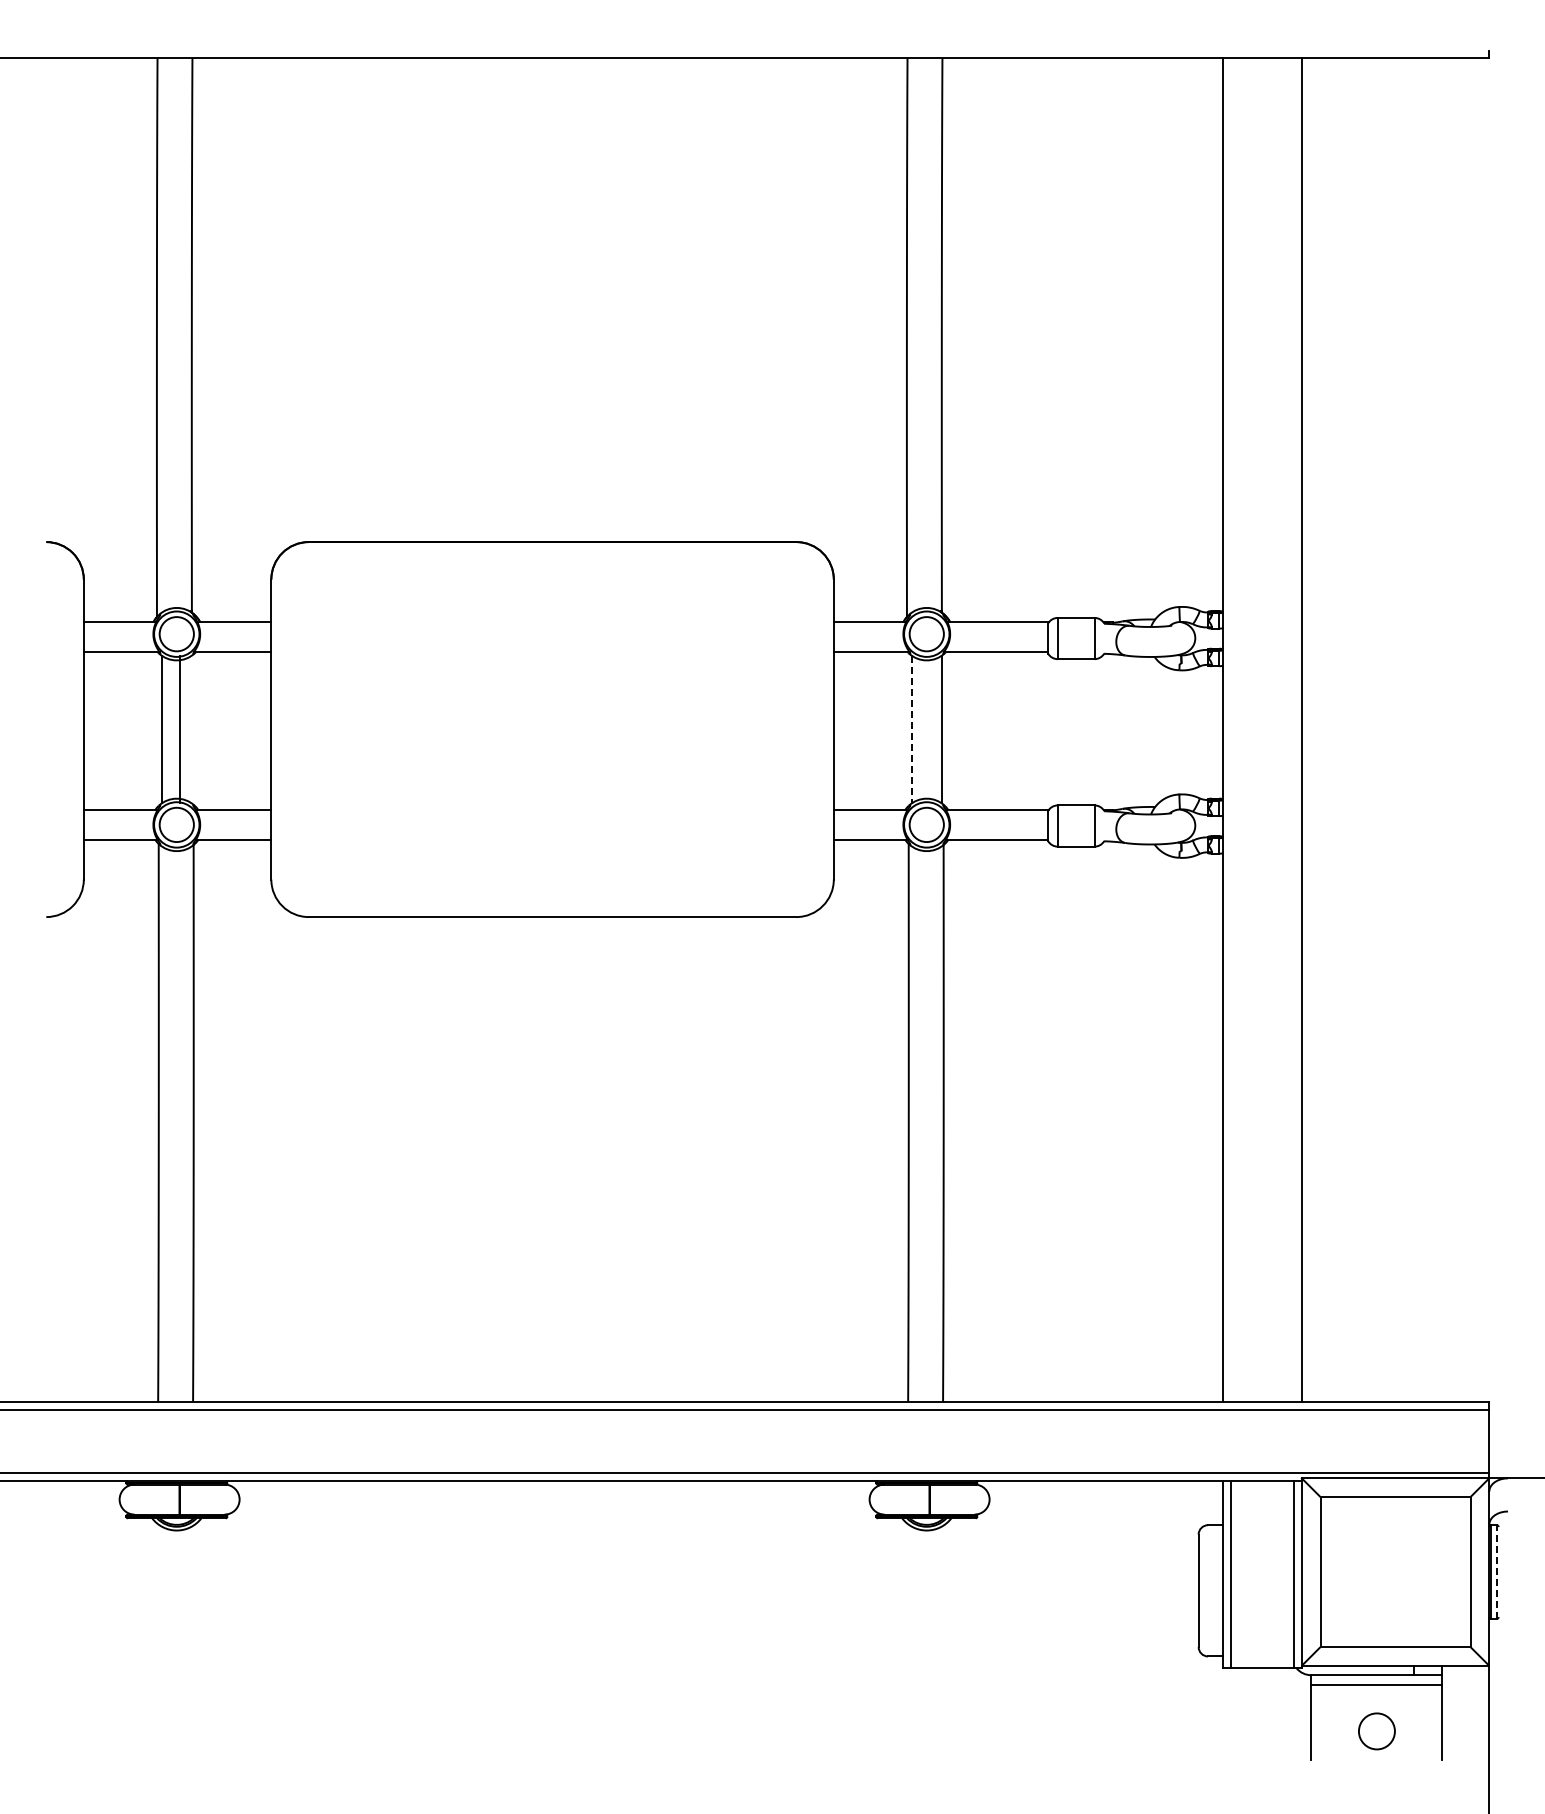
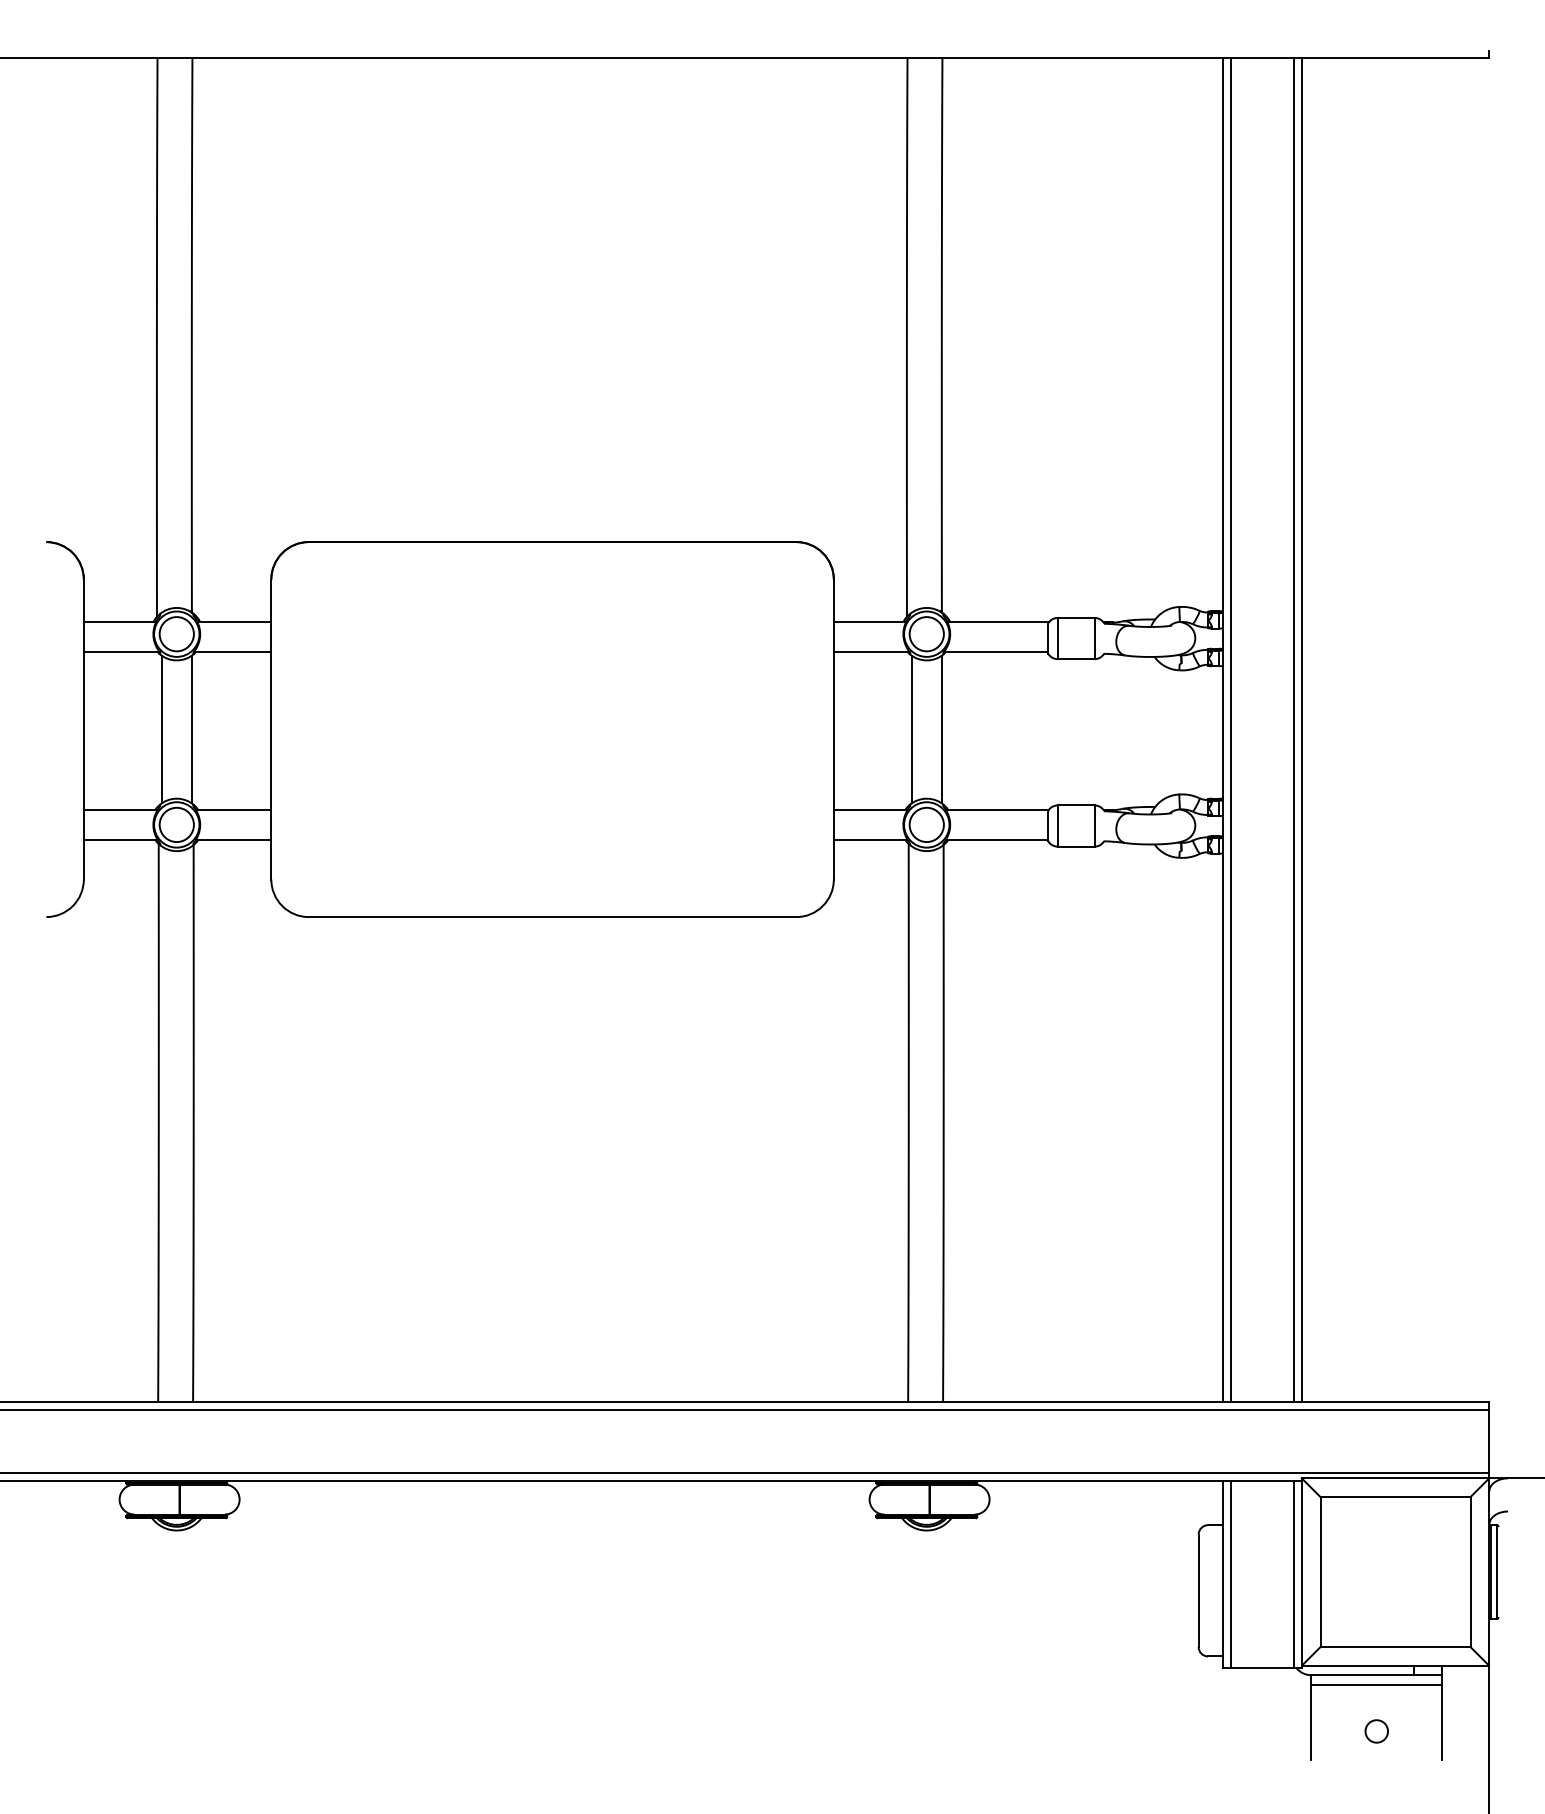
line at (179, 729) position: (179, 729) -> (191, 729)
line at (911, 729): dashed -> solid
line at (1230, 730): none -> present
line at (1294, 730): none -> present
line at (1496, 1572): dashed -> solid
circle at (1376, 1731) size: 38x39 px -> 25x25 px
